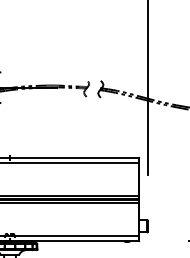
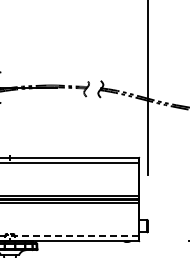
line at (69, 236): solid -> dashed
